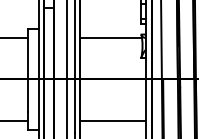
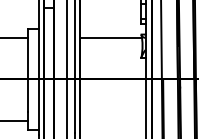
line at (112, 120): present -> none
